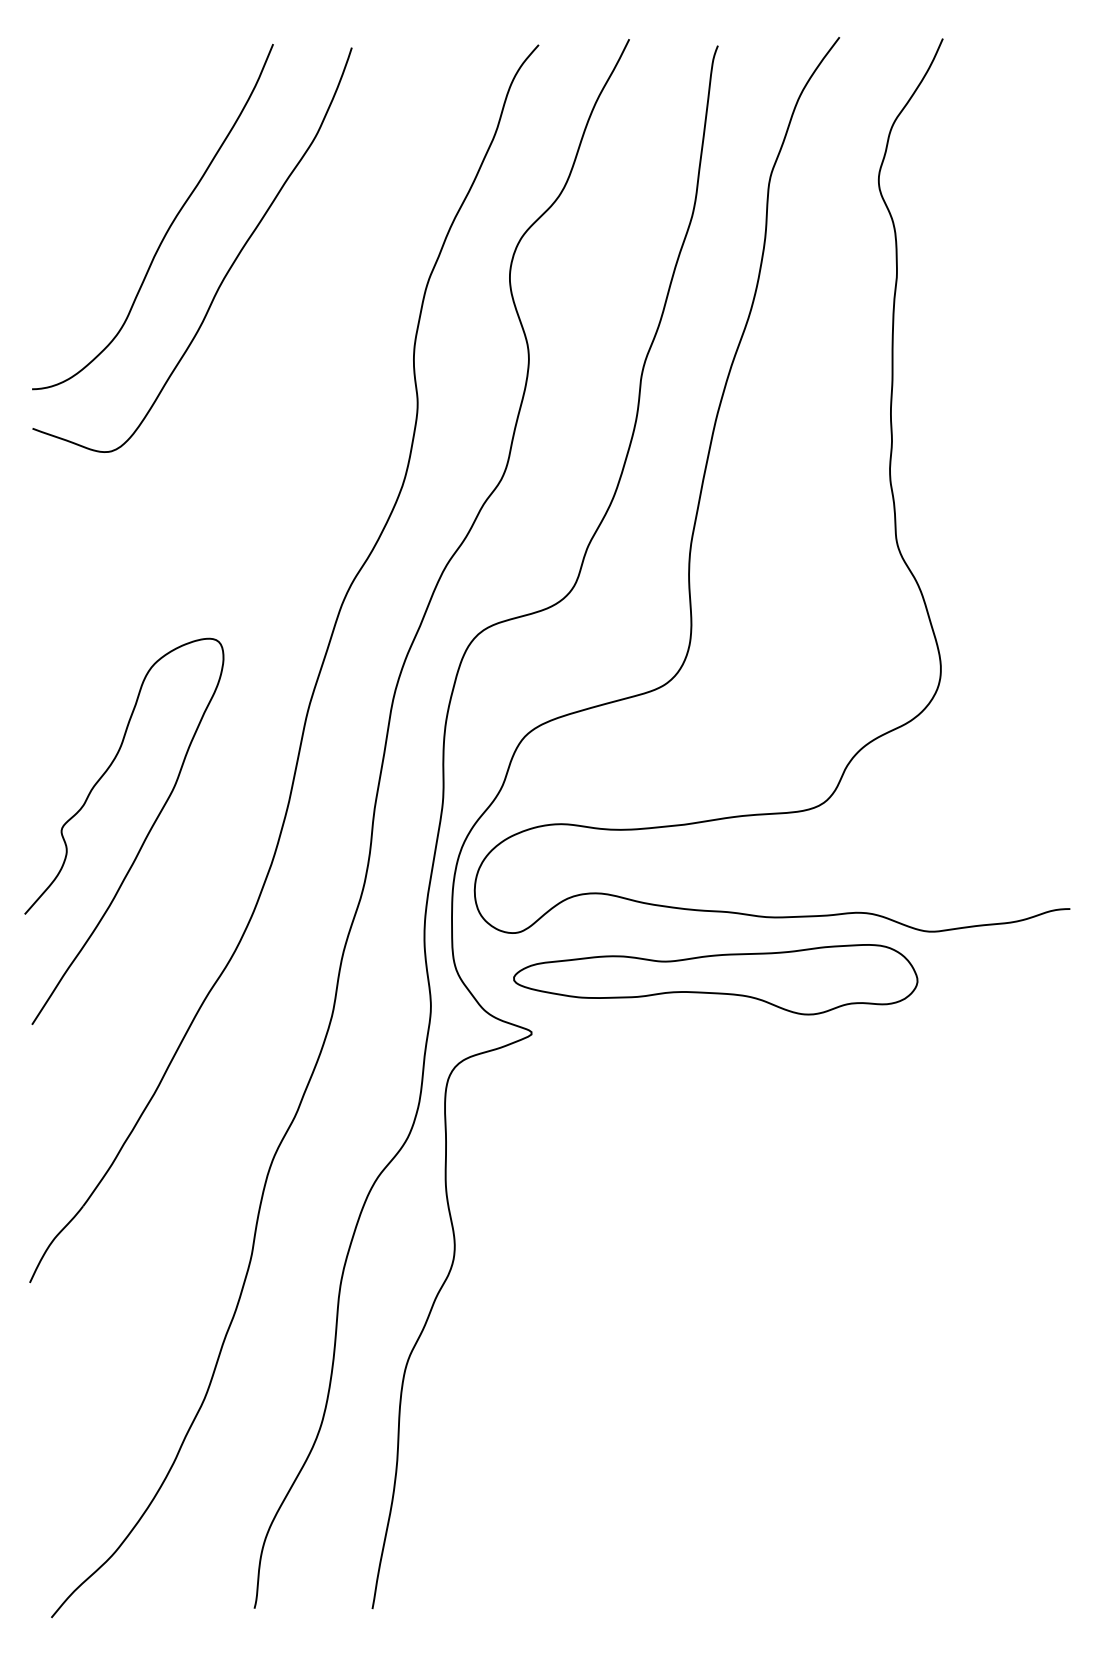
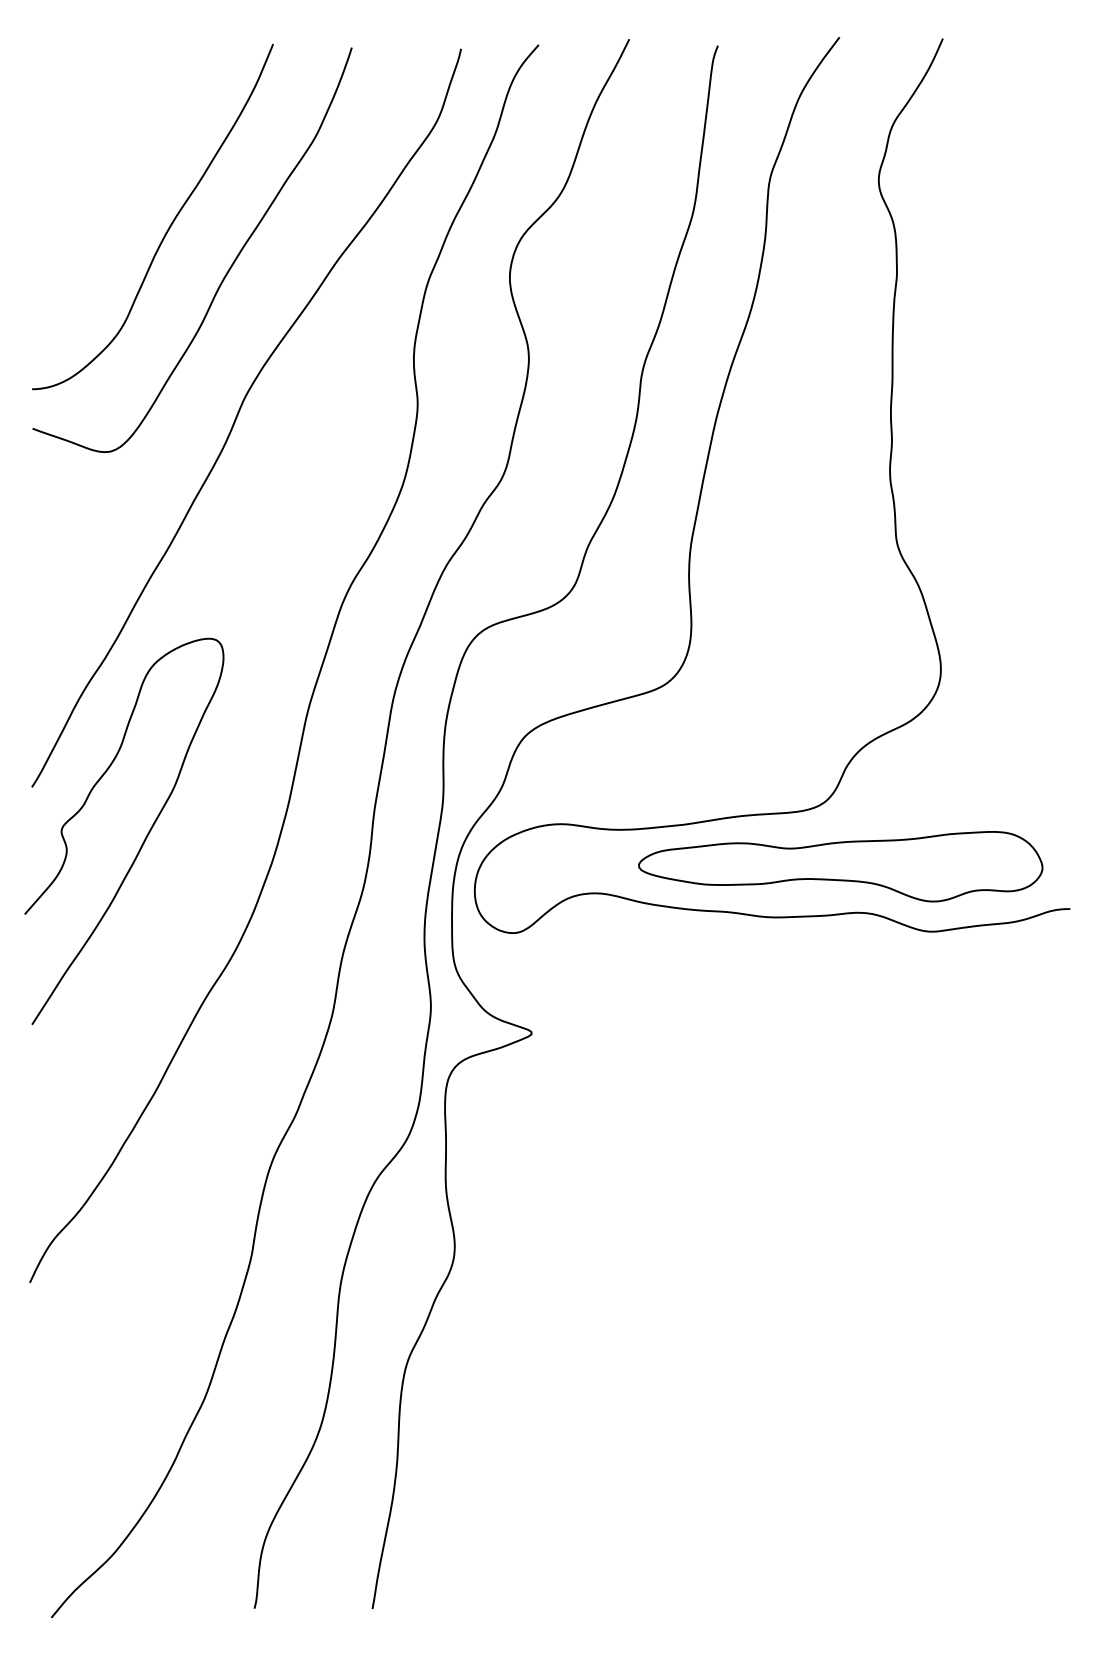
curve at (239, 413): none -> present
part at (715, 979) position: (715, 979) -> (840, 866)
